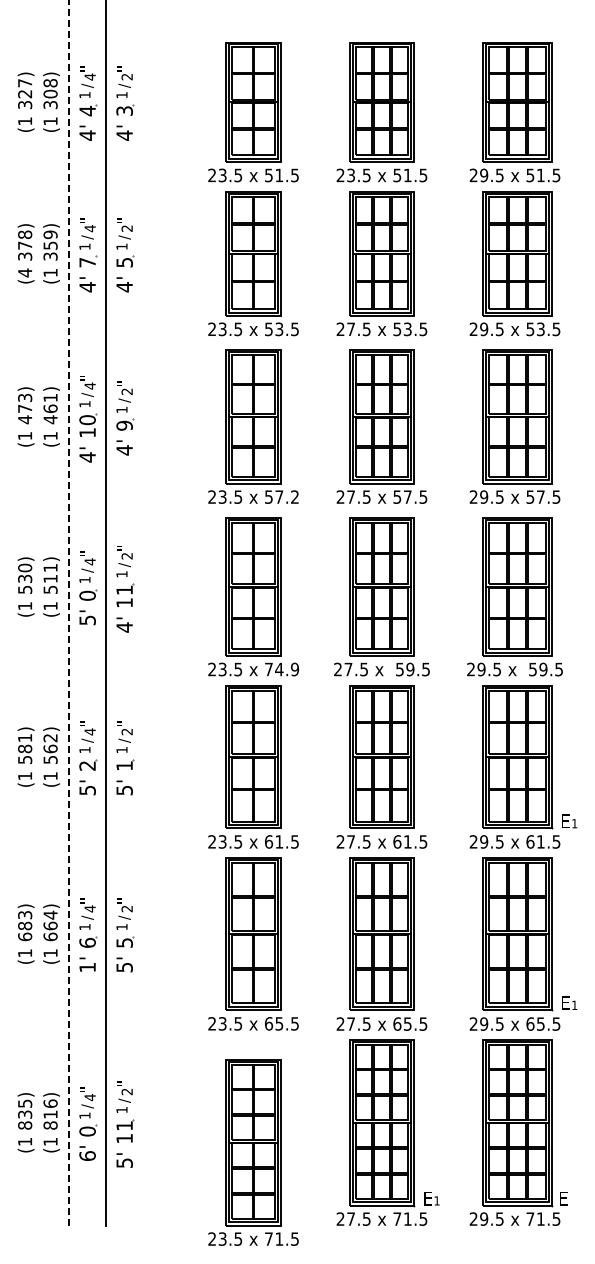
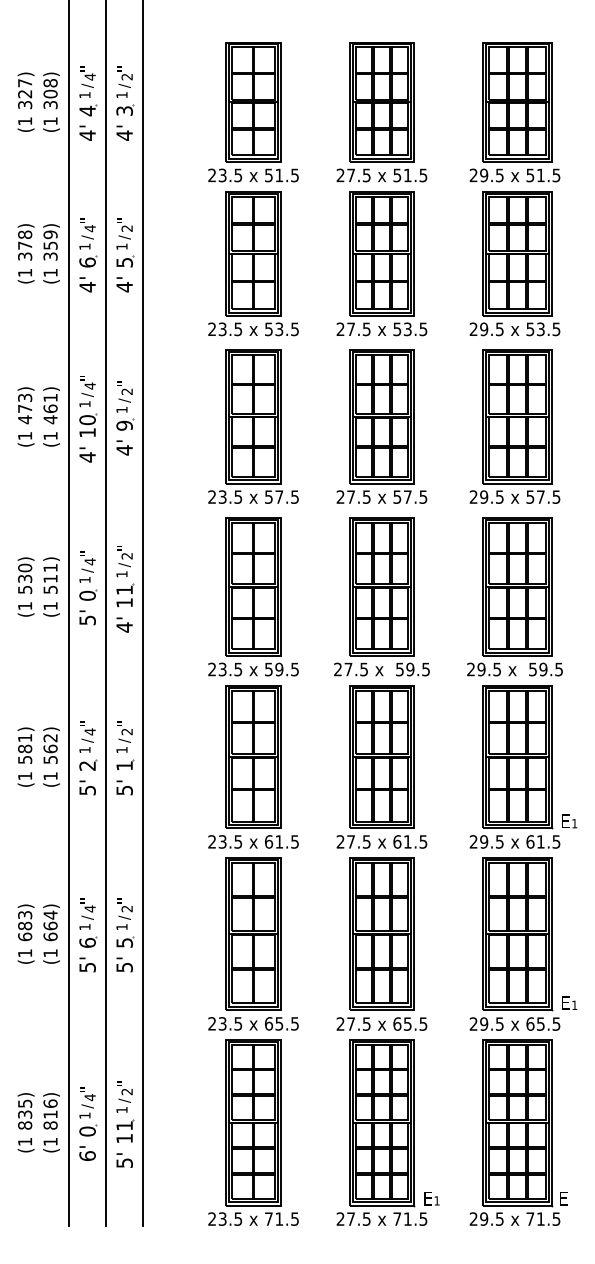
text at (350, 175): 23.5 -> 27.5
text at (87, 262): 7 -> 6
text at (25, 272): (4 -> (1
text at (294, 496): 57.2 -> 57.5
line at (69, 613): dashed -> solid
line at (143, 614): none -> present
text at (282, 669): 74.9 -> 59.5
text at (87, 967): 1' -> 5'
part at (253, 1152) position: (253, 1152) -> (253, 1132)
